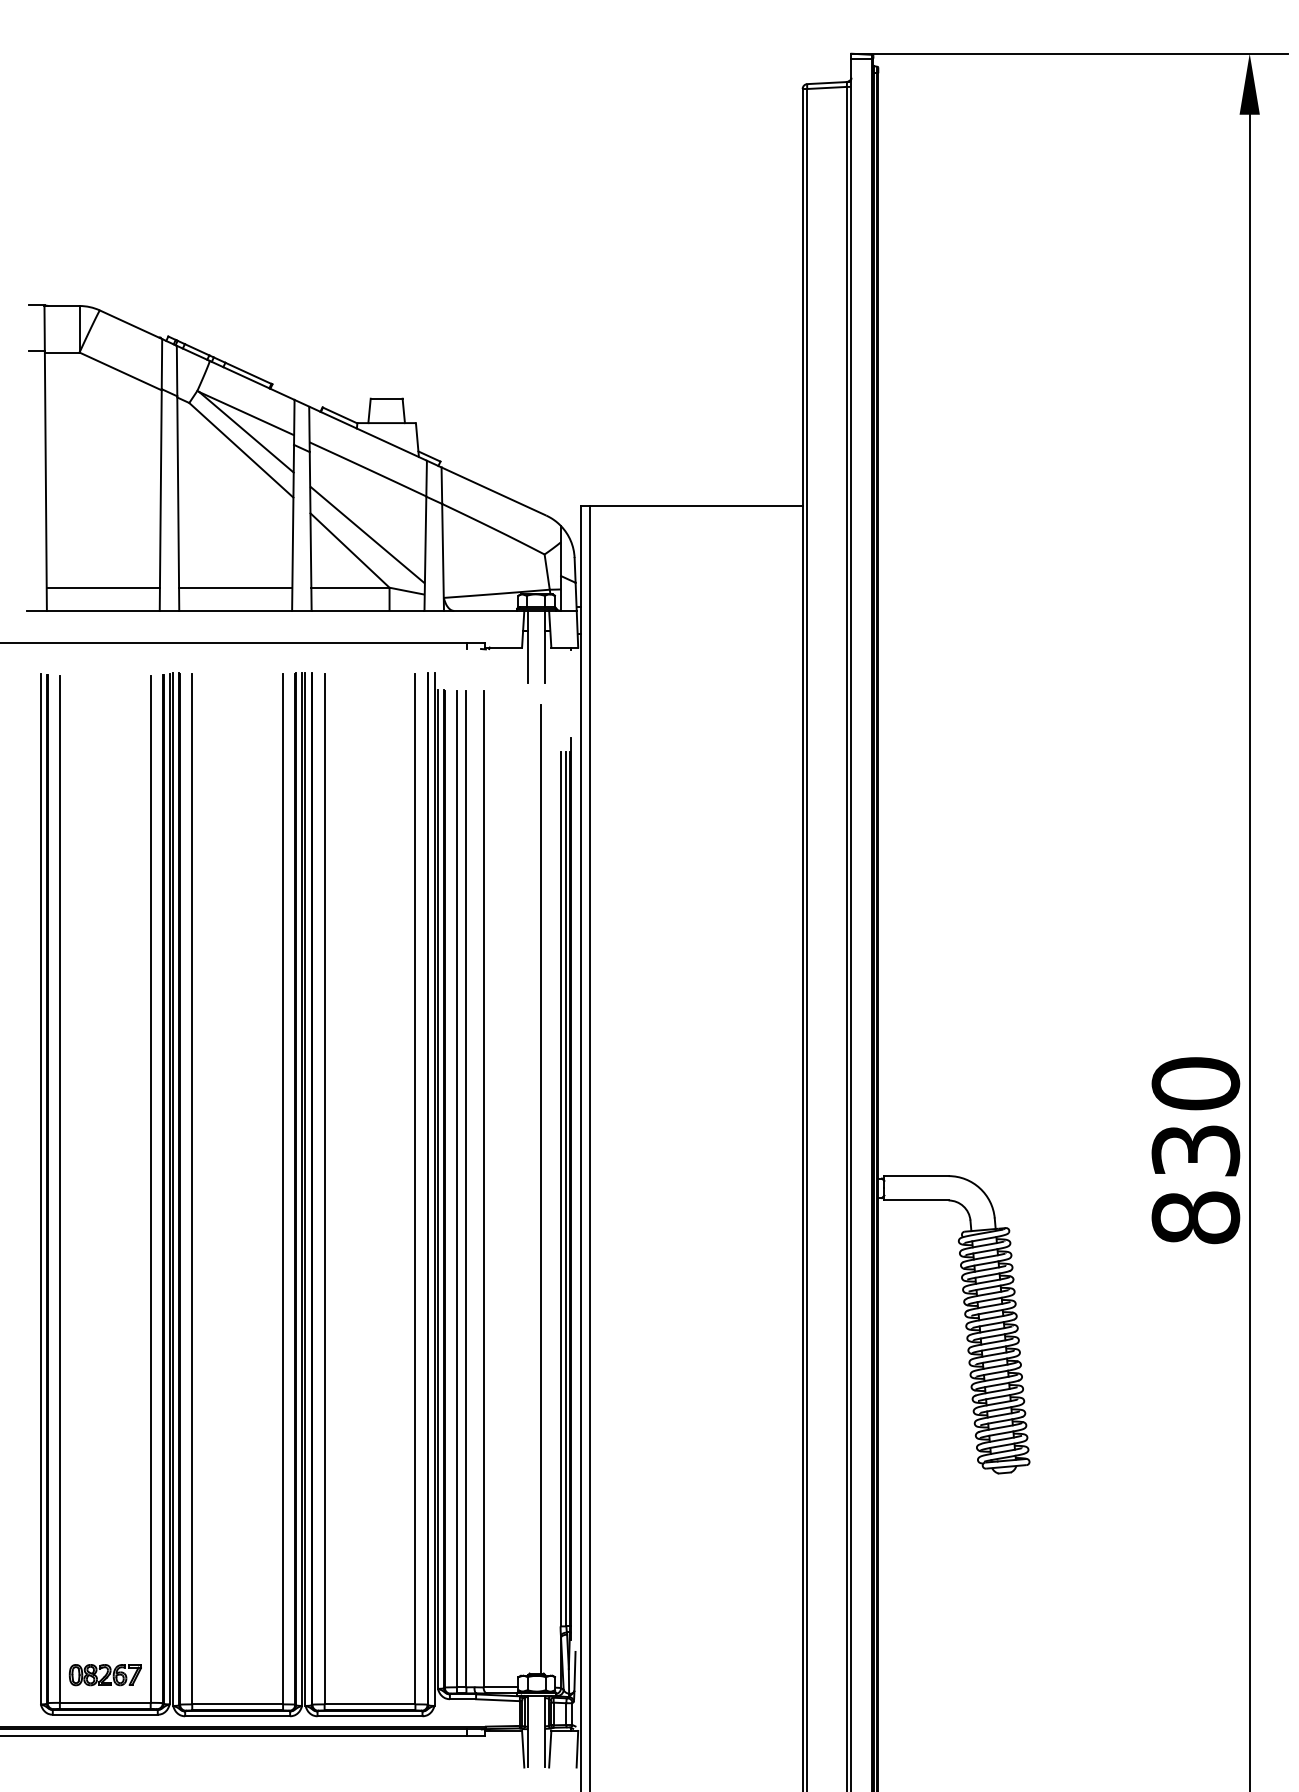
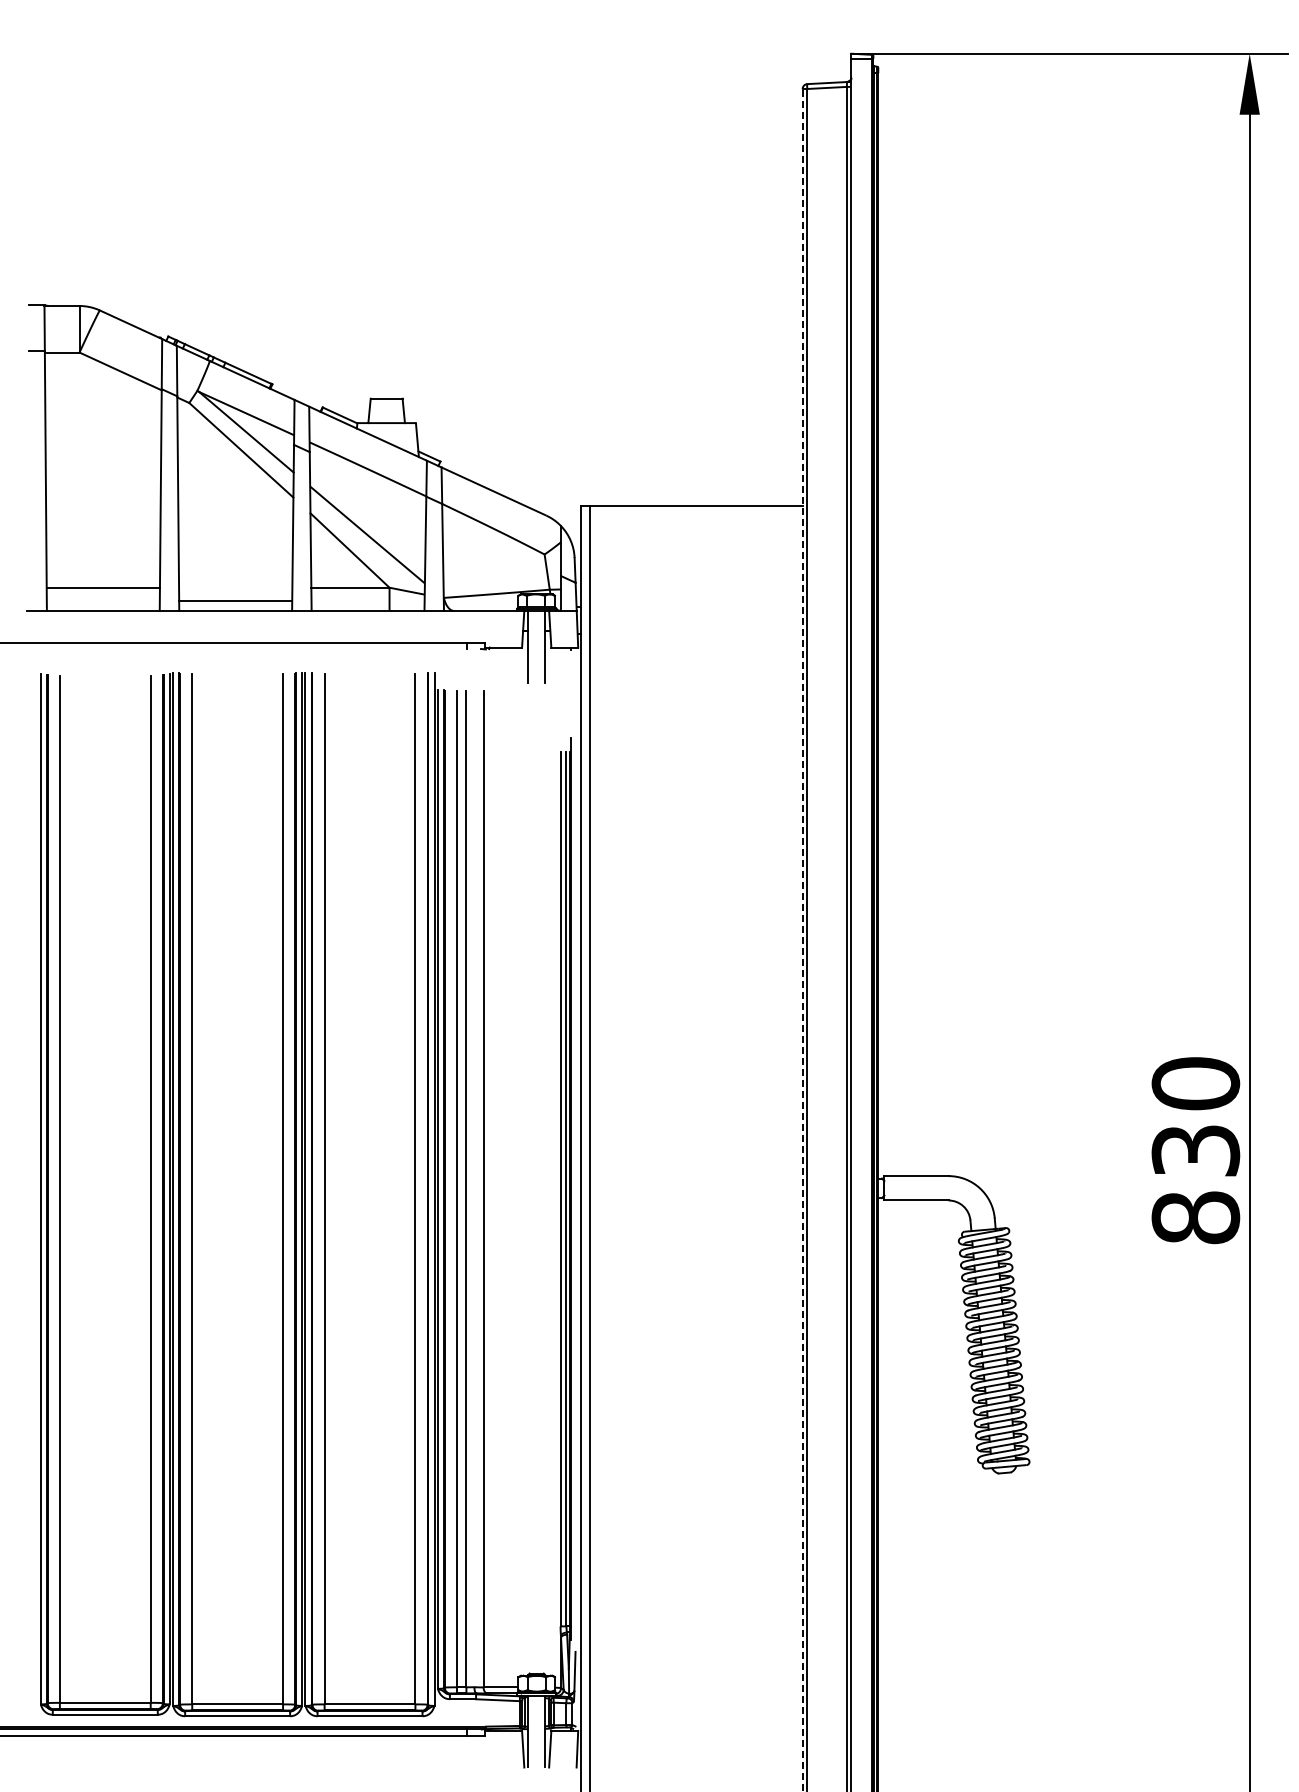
line at (235, 587) position: (235, 587) -> (235, 600)
line at (802, 939): solid -> dashed
line at (541, 1188): present -> none
part at (104, 1675): present -> none
